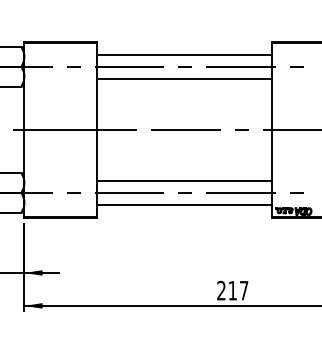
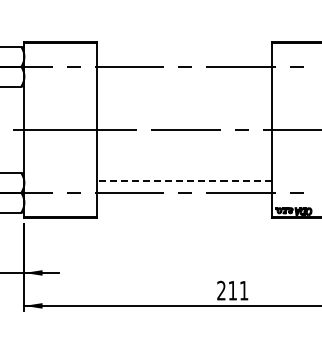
line at (183, 55): present -> none
line at (183, 78): present -> none
line at (183, 181): solid -> dashed
line at (183, 204): present -> none
text at (244, 290): 217 -> 211
